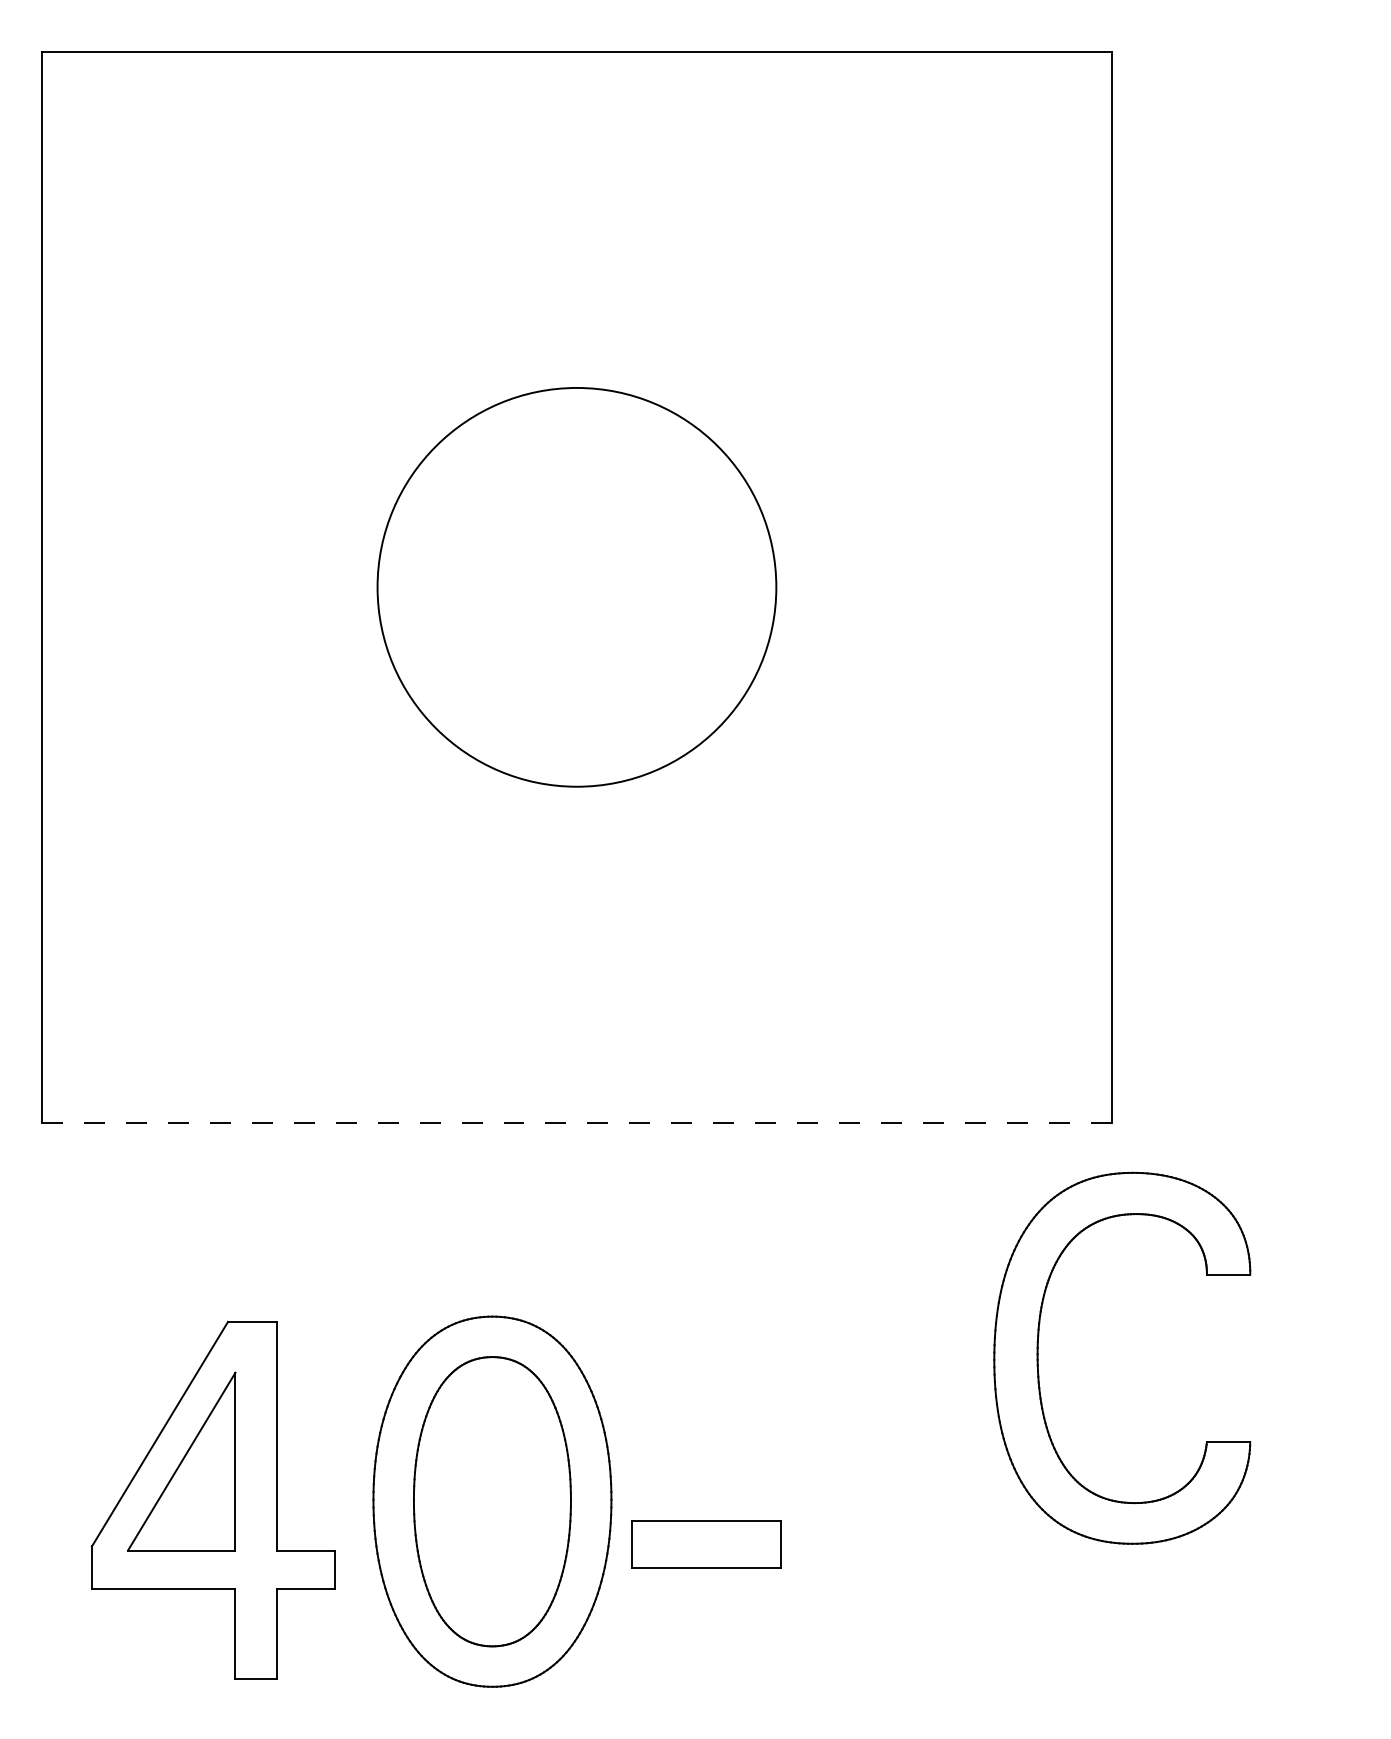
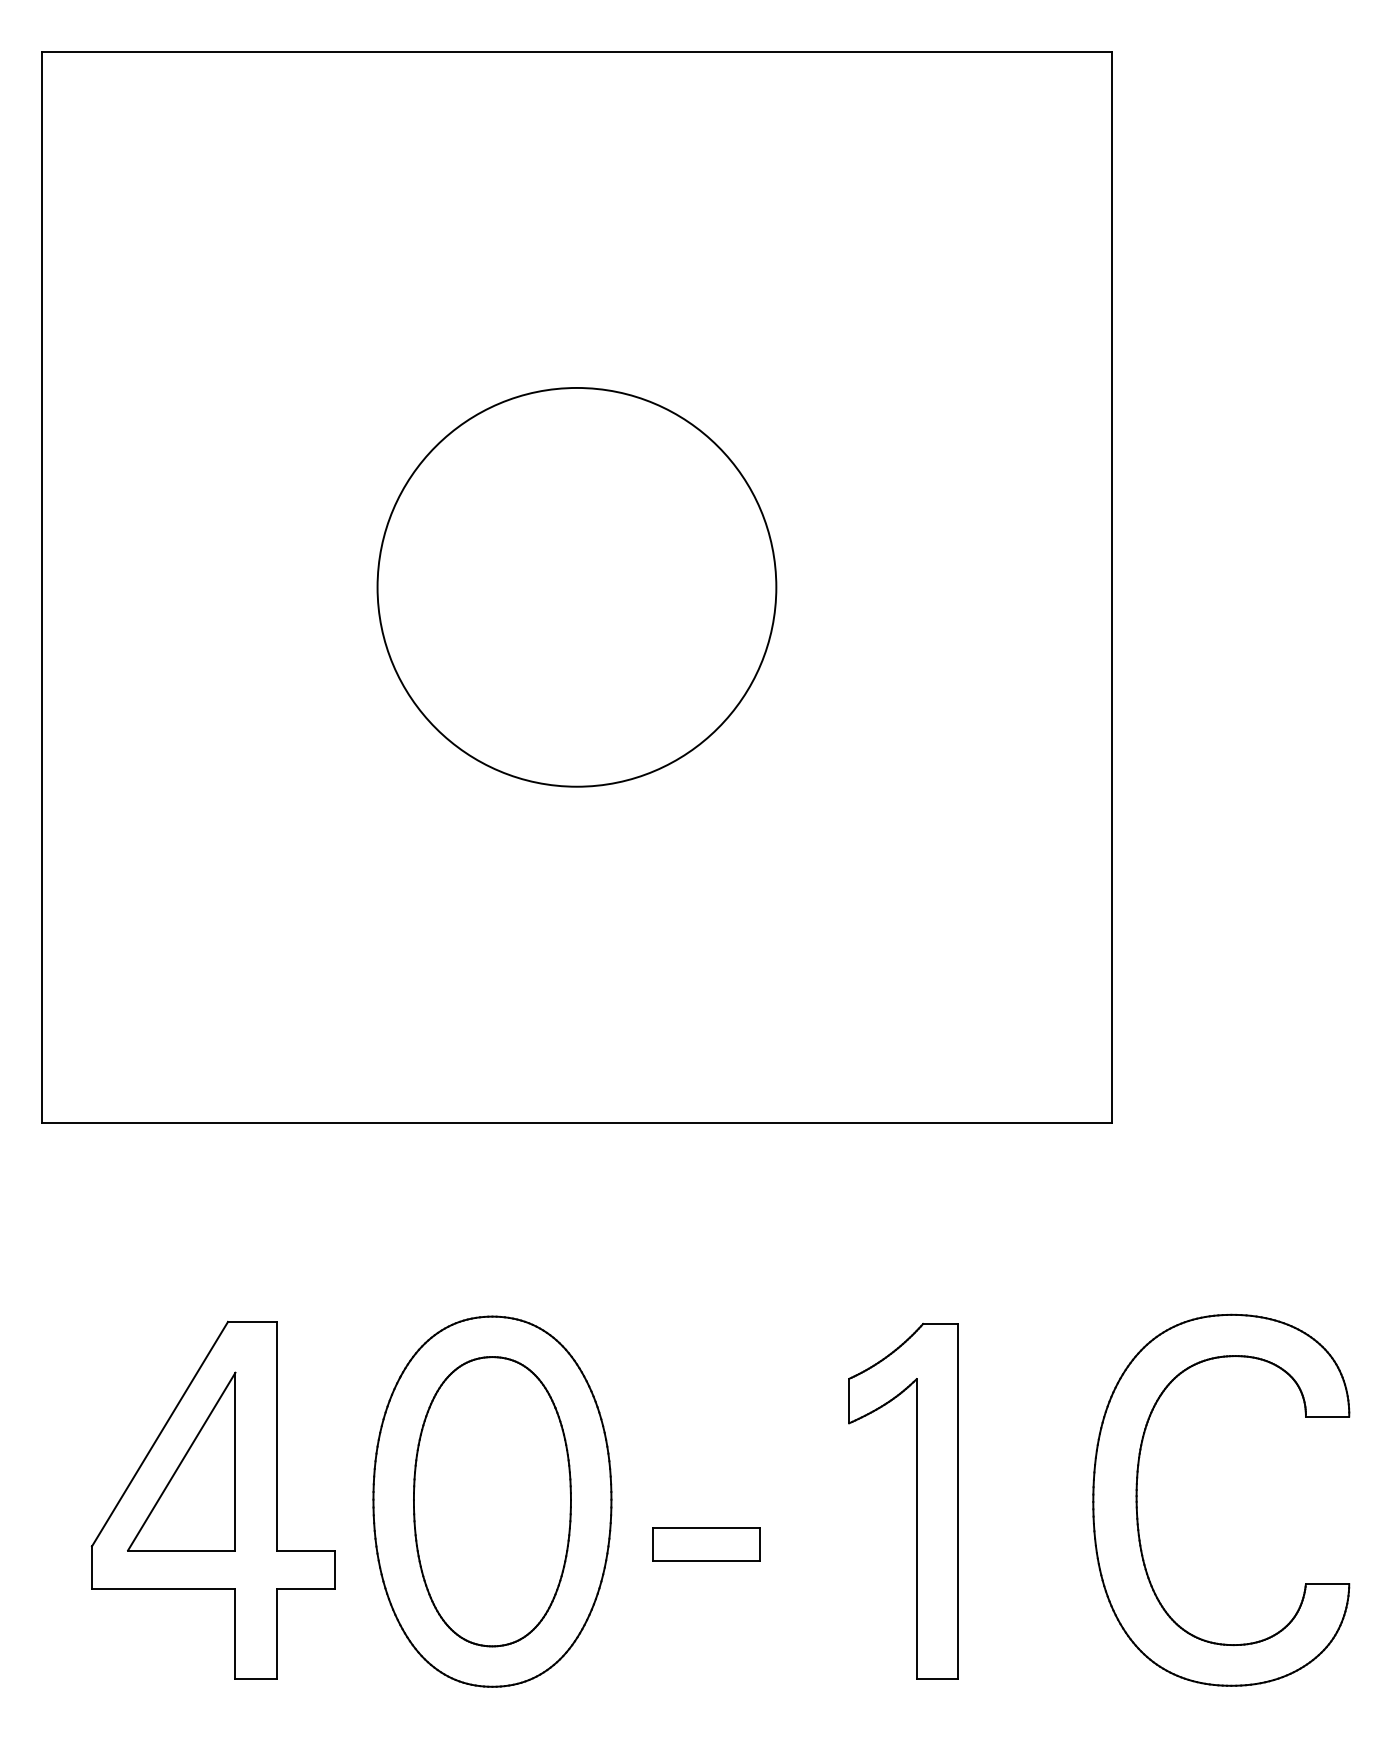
line at (577, 1122): dashed -> solid
part at (1038, 1357) position: (1038, 1357) -> (1137, 1499)
part at (916, 1501): none -> present
part at (706, 1544) size: 151x49 px -> 109x35 px
